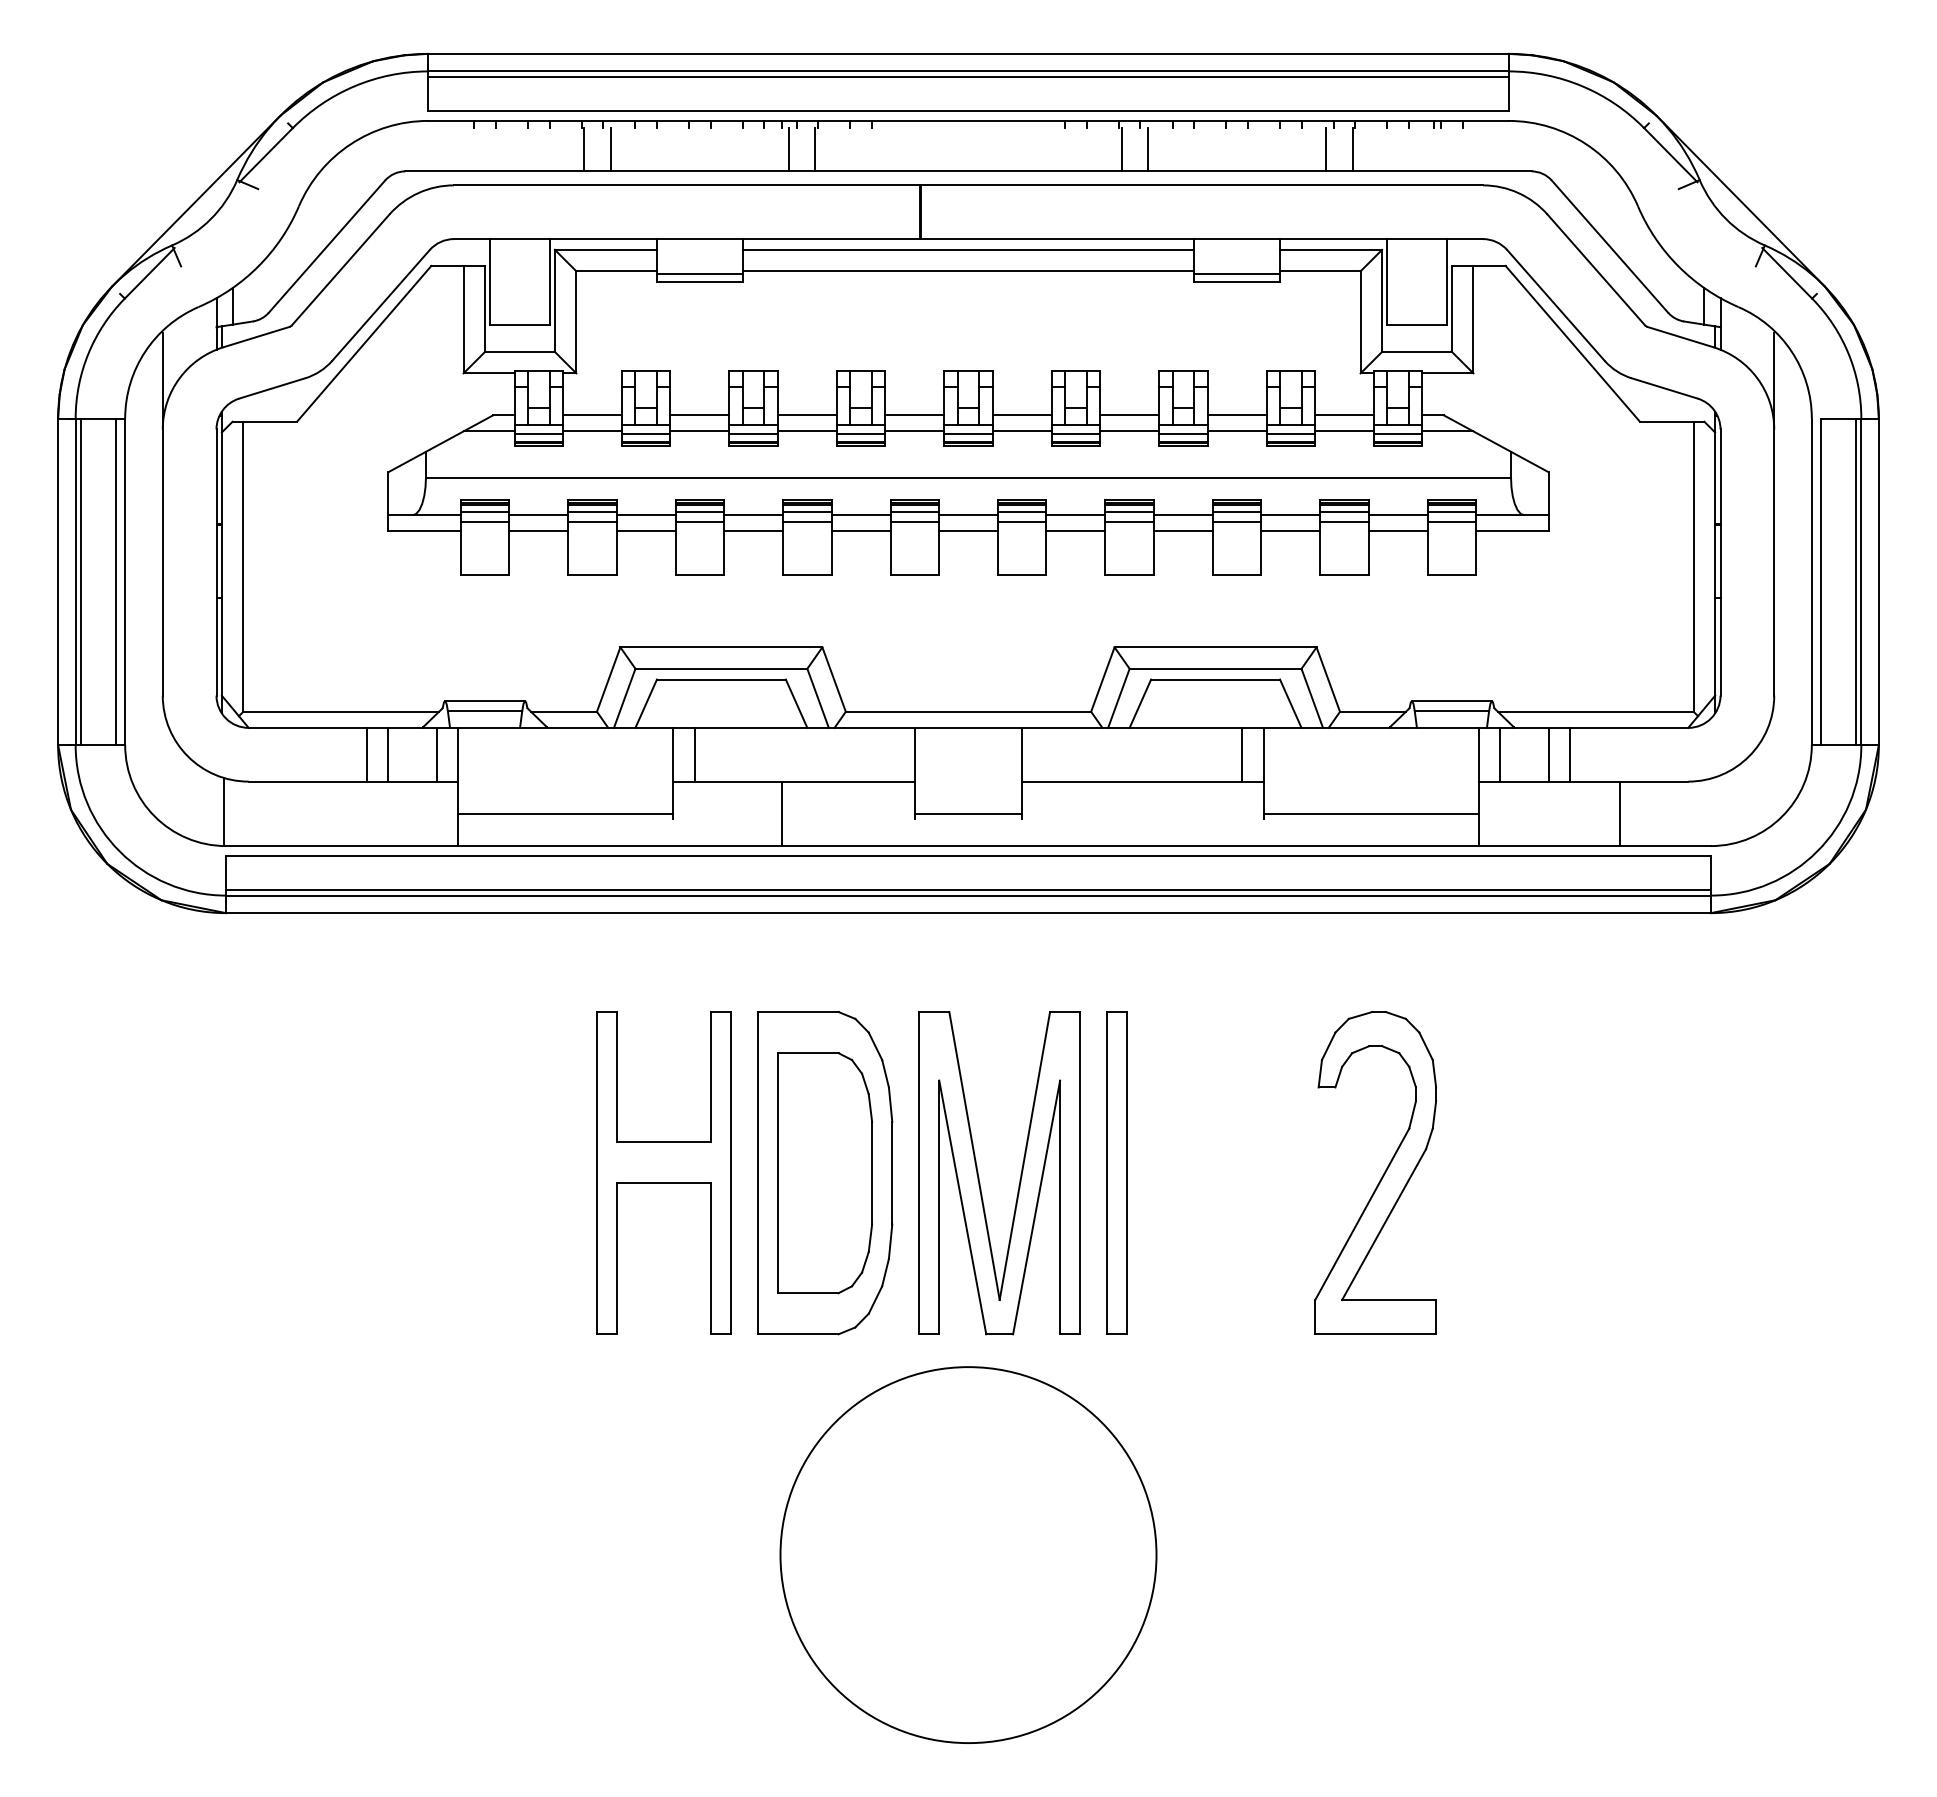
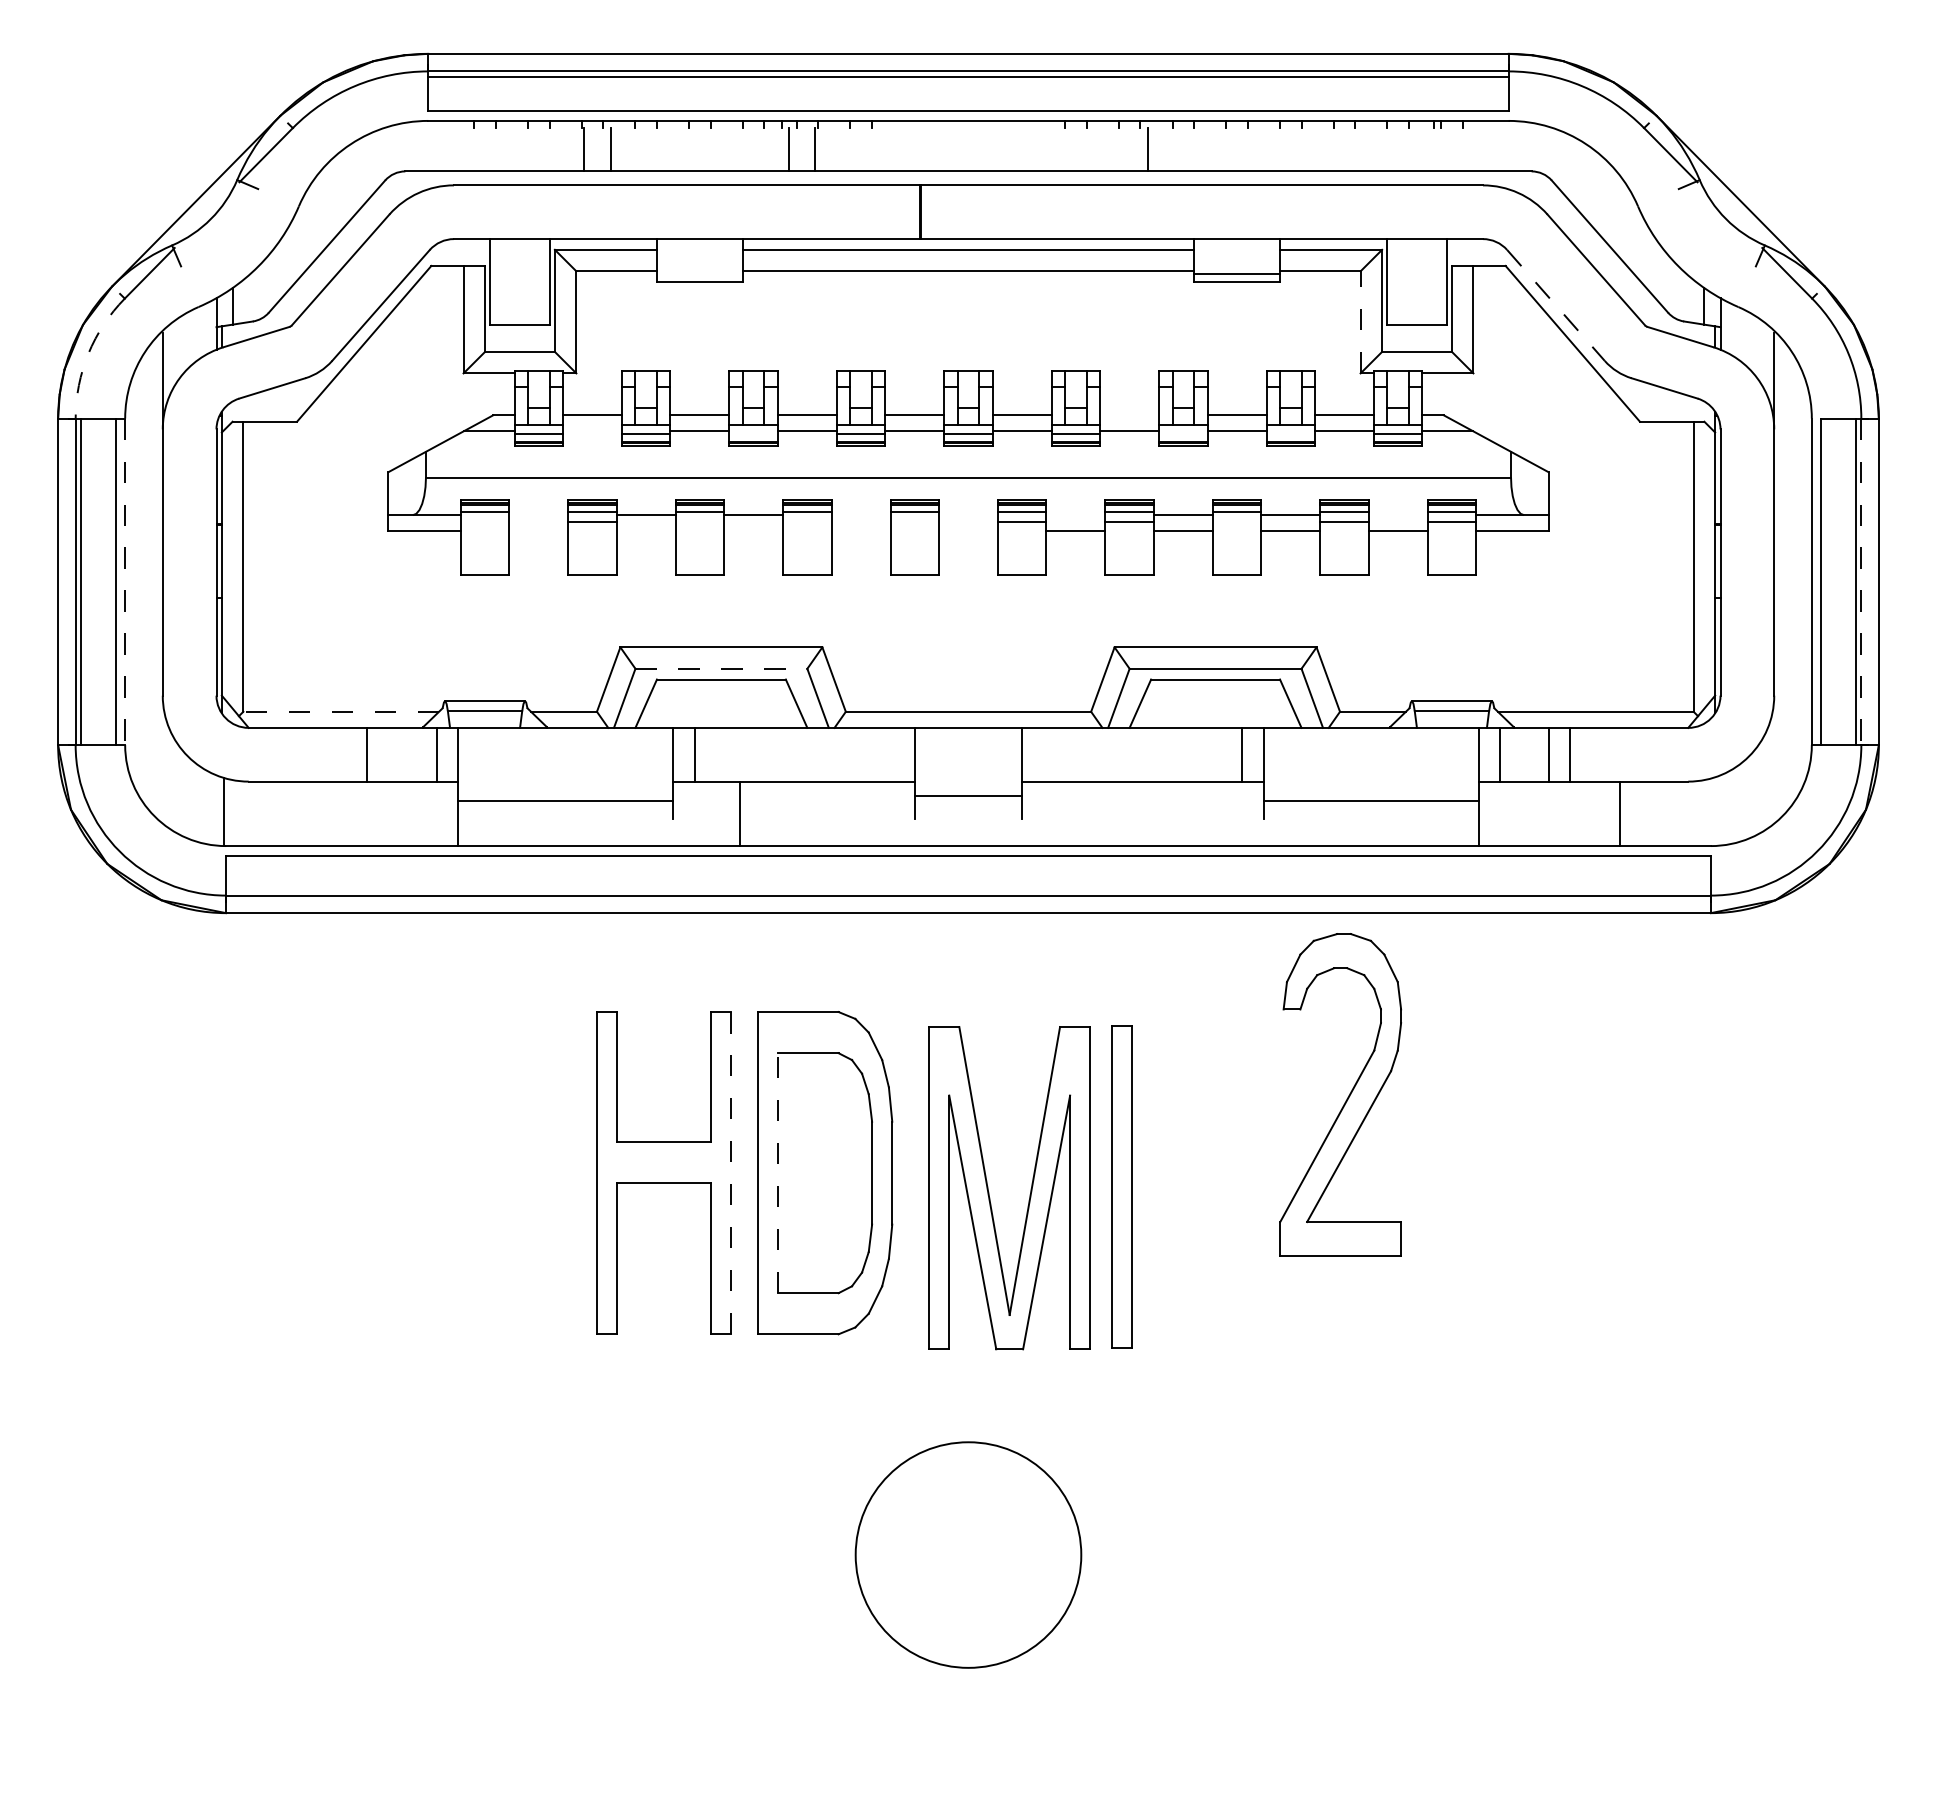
line at (1121, 149): present -> none
line at (1325, 149): present -> none
line at (1352, 149): present -> none
line at (699, 274): present -> none
line at (1555, 305): solid -> dashed
line at (1360, 321): solid -> dashed
arc at (88, 353): solid -> dashed
line at (1129, 415): present -> none
line at (592, 431): present -> none
line at (753, 434): present -> none
line at (1183, 434): present -> none
line at (1290, 434): present -> none
line at (538, 515): present -> none
line at (860, 515): present -> none
line at (968, 515): present -> none
line at (1075, 515): present -> none
line at (1397, 515): present -> none
line at (484, 521): present -> none
line at (699, 521): present -> none
line at (807, 521): present -> none
line at (914, 521): present -> none
line at (1236, 521): present -> none
line at (538, 531): present -> none
line at (645, 531): present -> none
line at (753, 531): present -> none
line at (860, 531): present -> none
line at (968, 531): present -> none
line at (125, 582): solid -> dashed
line at (1861, 582): solid -> dashed
line at (721, 668): solid -> dashed
line at (341, 711): solid -> dashed
line at (388, 754): present -> none
line at (565, 813) position: (565, 813) -> (565, 800)
line at (782, 813) position: (782, 813) -> (740, 813)
line at (968, 813) position: (968, 813) -> (968, 795)
line at (1370, 813) position: (1370, 813) -> (1370, 800)
line at (968, 890): present -> none
line at (778, 1172): solid -> dashed
part at (1116, 1172) position: (1116, 1172) -> (1121, 1186)
line at (731, 1173): solid -> dashed
part at (1382, 1175) position: (1382, 1175) -> (1347, 1097)
part at (979, 1177) position: (979, 1177) -> (989, 1192)
circle at (968, 1554) size: 379x378 px -> 229x228 px
